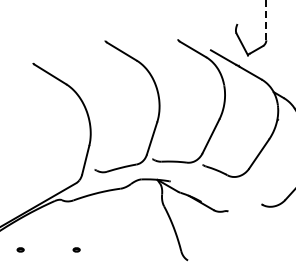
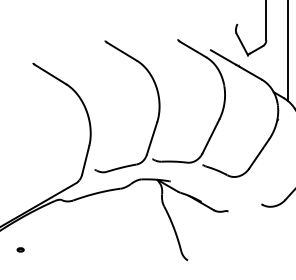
line at (266, 20): dashed -> solid
line at (287, 51): none -> present
part at (76, 249): present -> none
